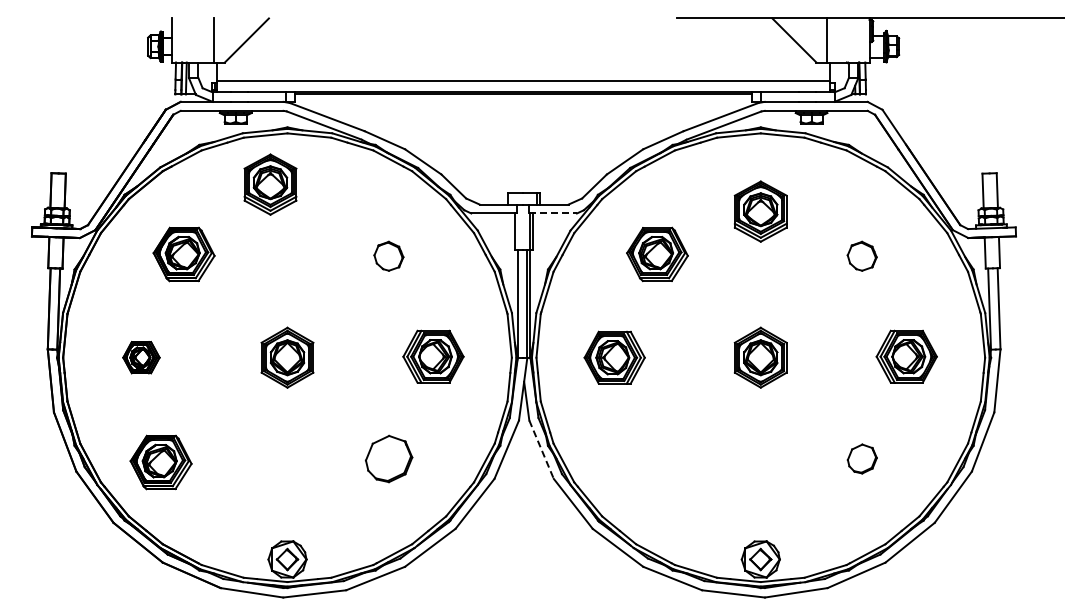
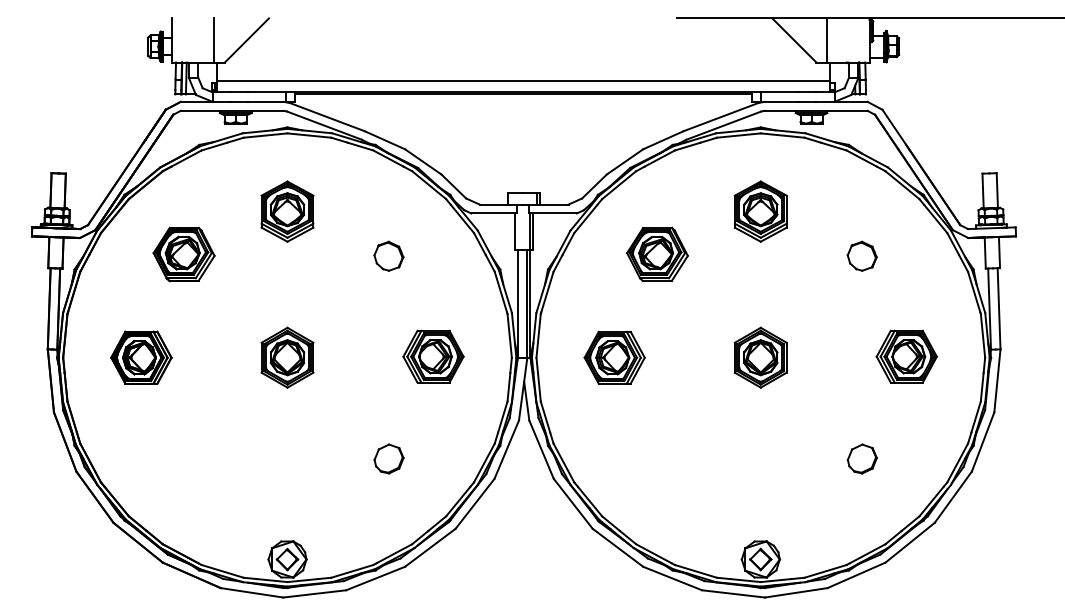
part at (270, 184) position: (270, 184) -> (287, 211)
line at (553, 213): dashed -> solid
part at (141, 357) size: 39x34 px -> 63x55 px
line at (541, 449): dashed -> solid
part at (389, 458) size: 49x50 px -> 32x32 px
part at (160, 462): present -> none
